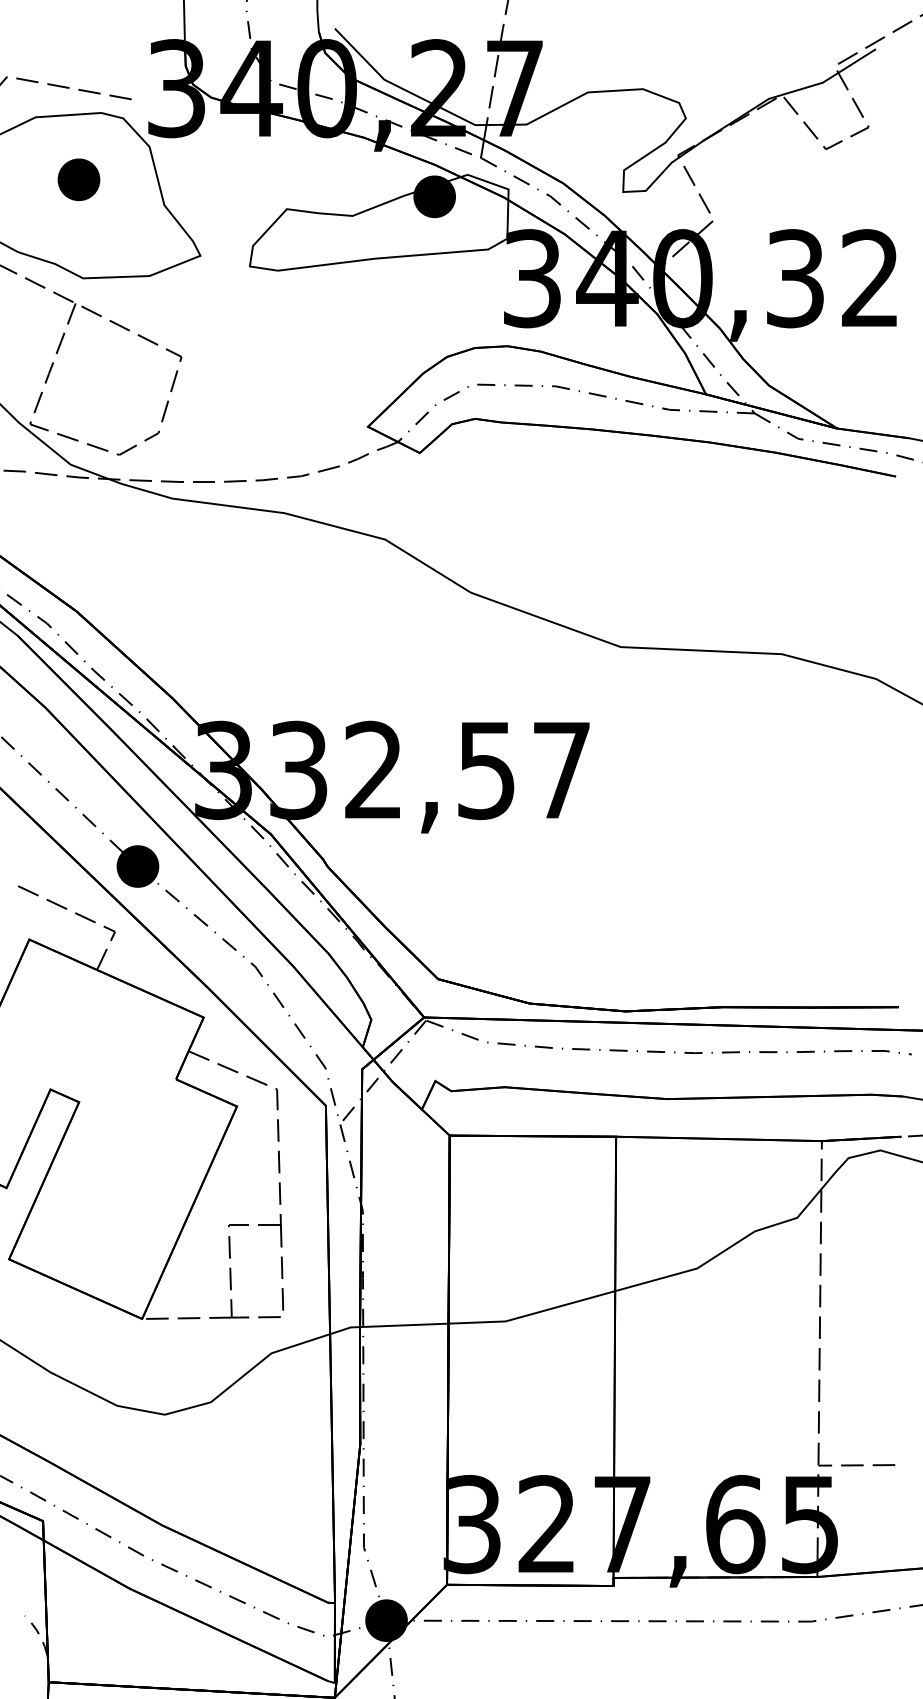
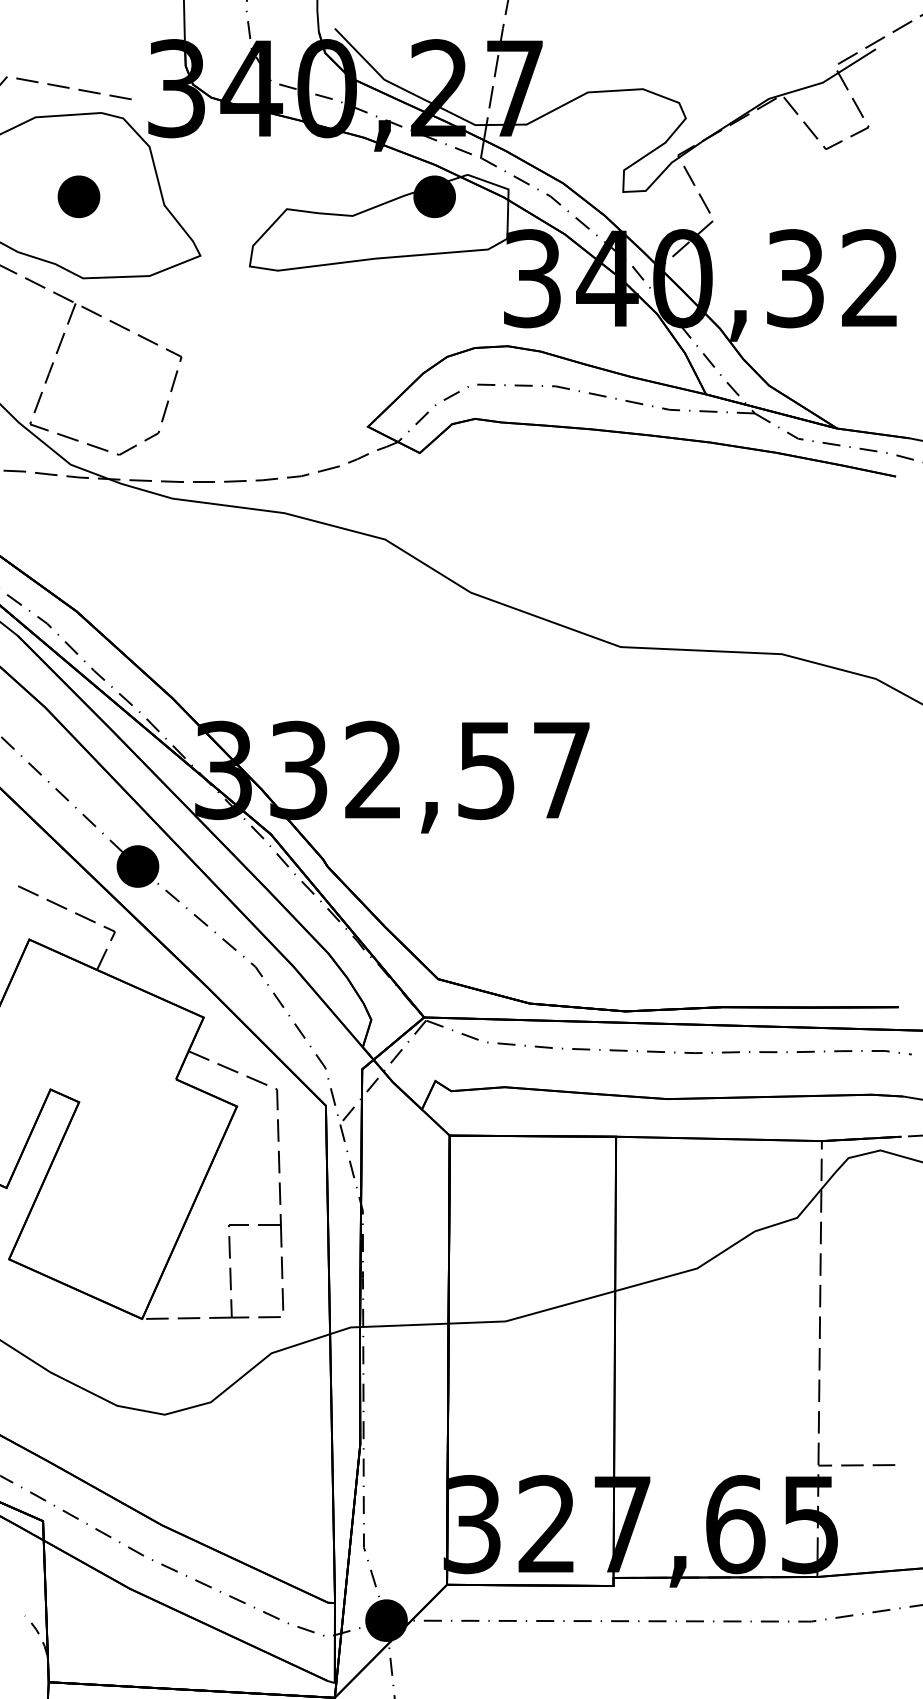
part at (78, 179) position: (78, 179) -> (78, 196)
